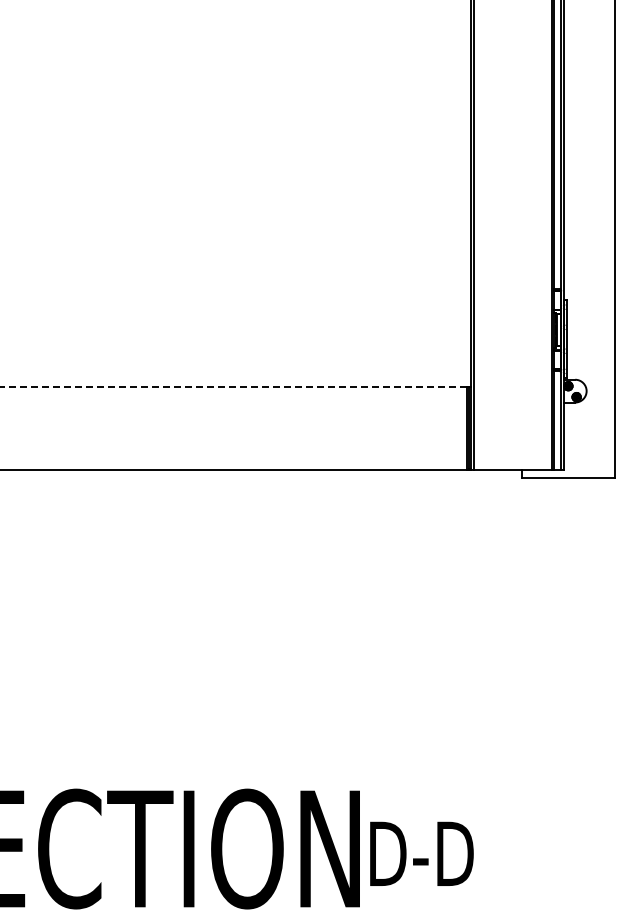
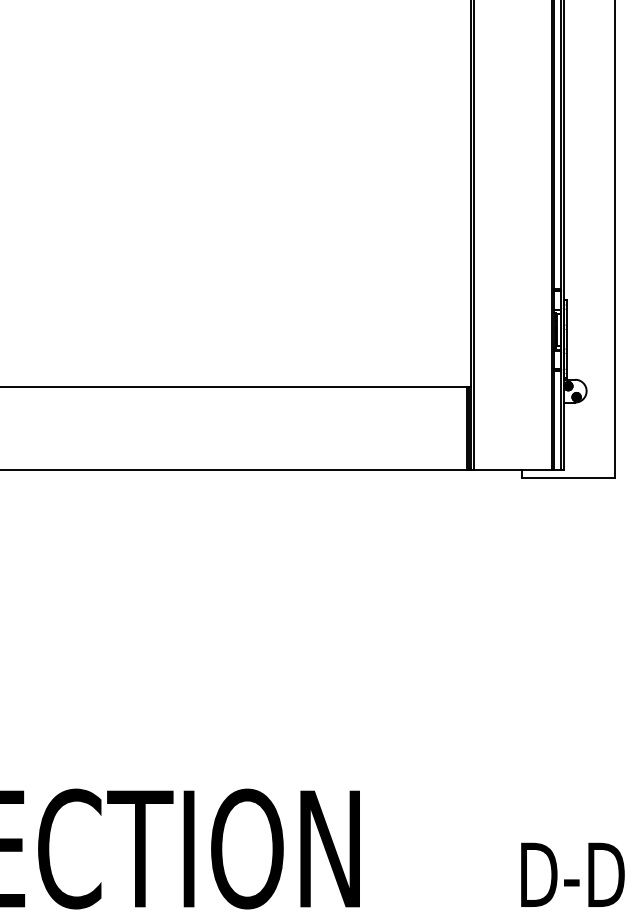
line at (233, 387): dashed -> solid
text at (421, 853) position: (421, 853) -> (572, 874)
